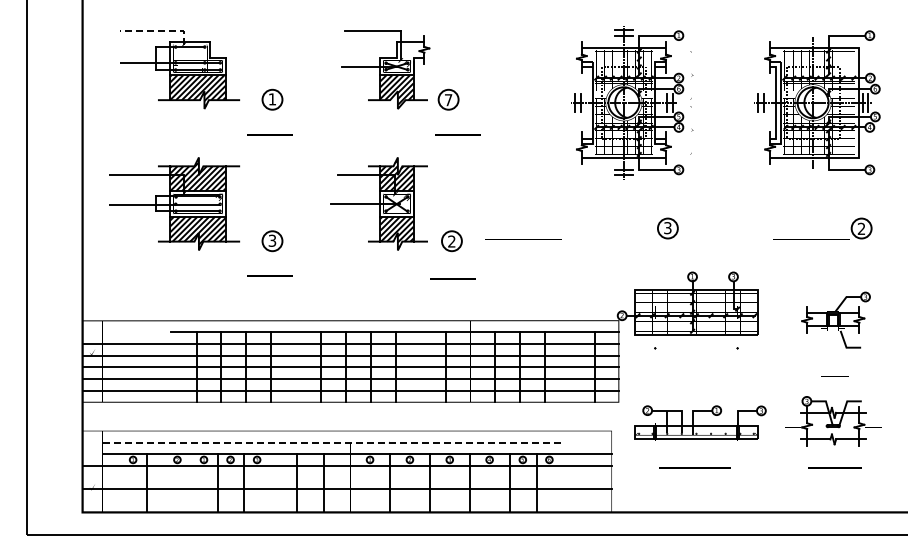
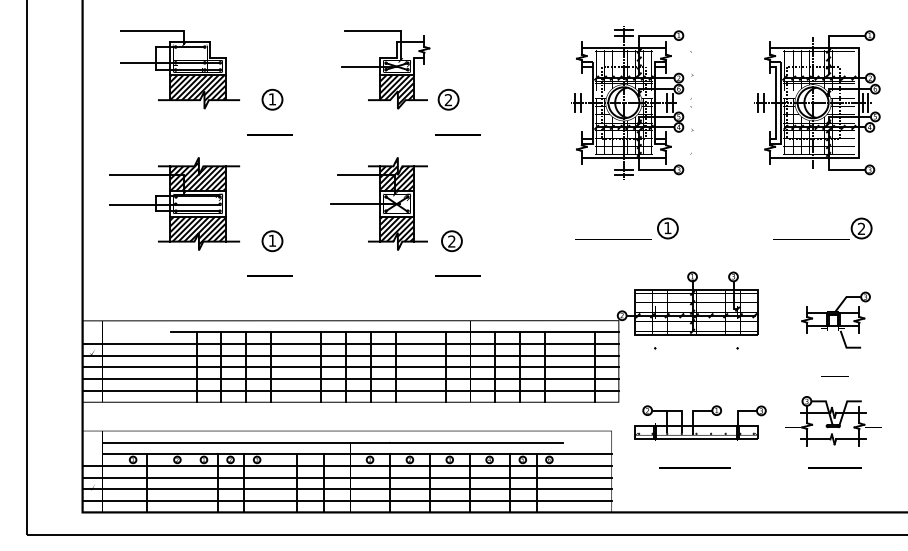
line at (158, 30): dashed -> solid
text at (448, 100): 7 -> 2
text at (667, 228): 3 -> 1
line at (523, 239) position: (523, 239) -> (613, 239)
text at (272, 240): 3 -> 1
line at (452, 278) position: (452, 278) -> (457, 275)
line at (333, 442): dashed -> solid
line at (346, 477): none -> present
line at (346, 500): none -> present
